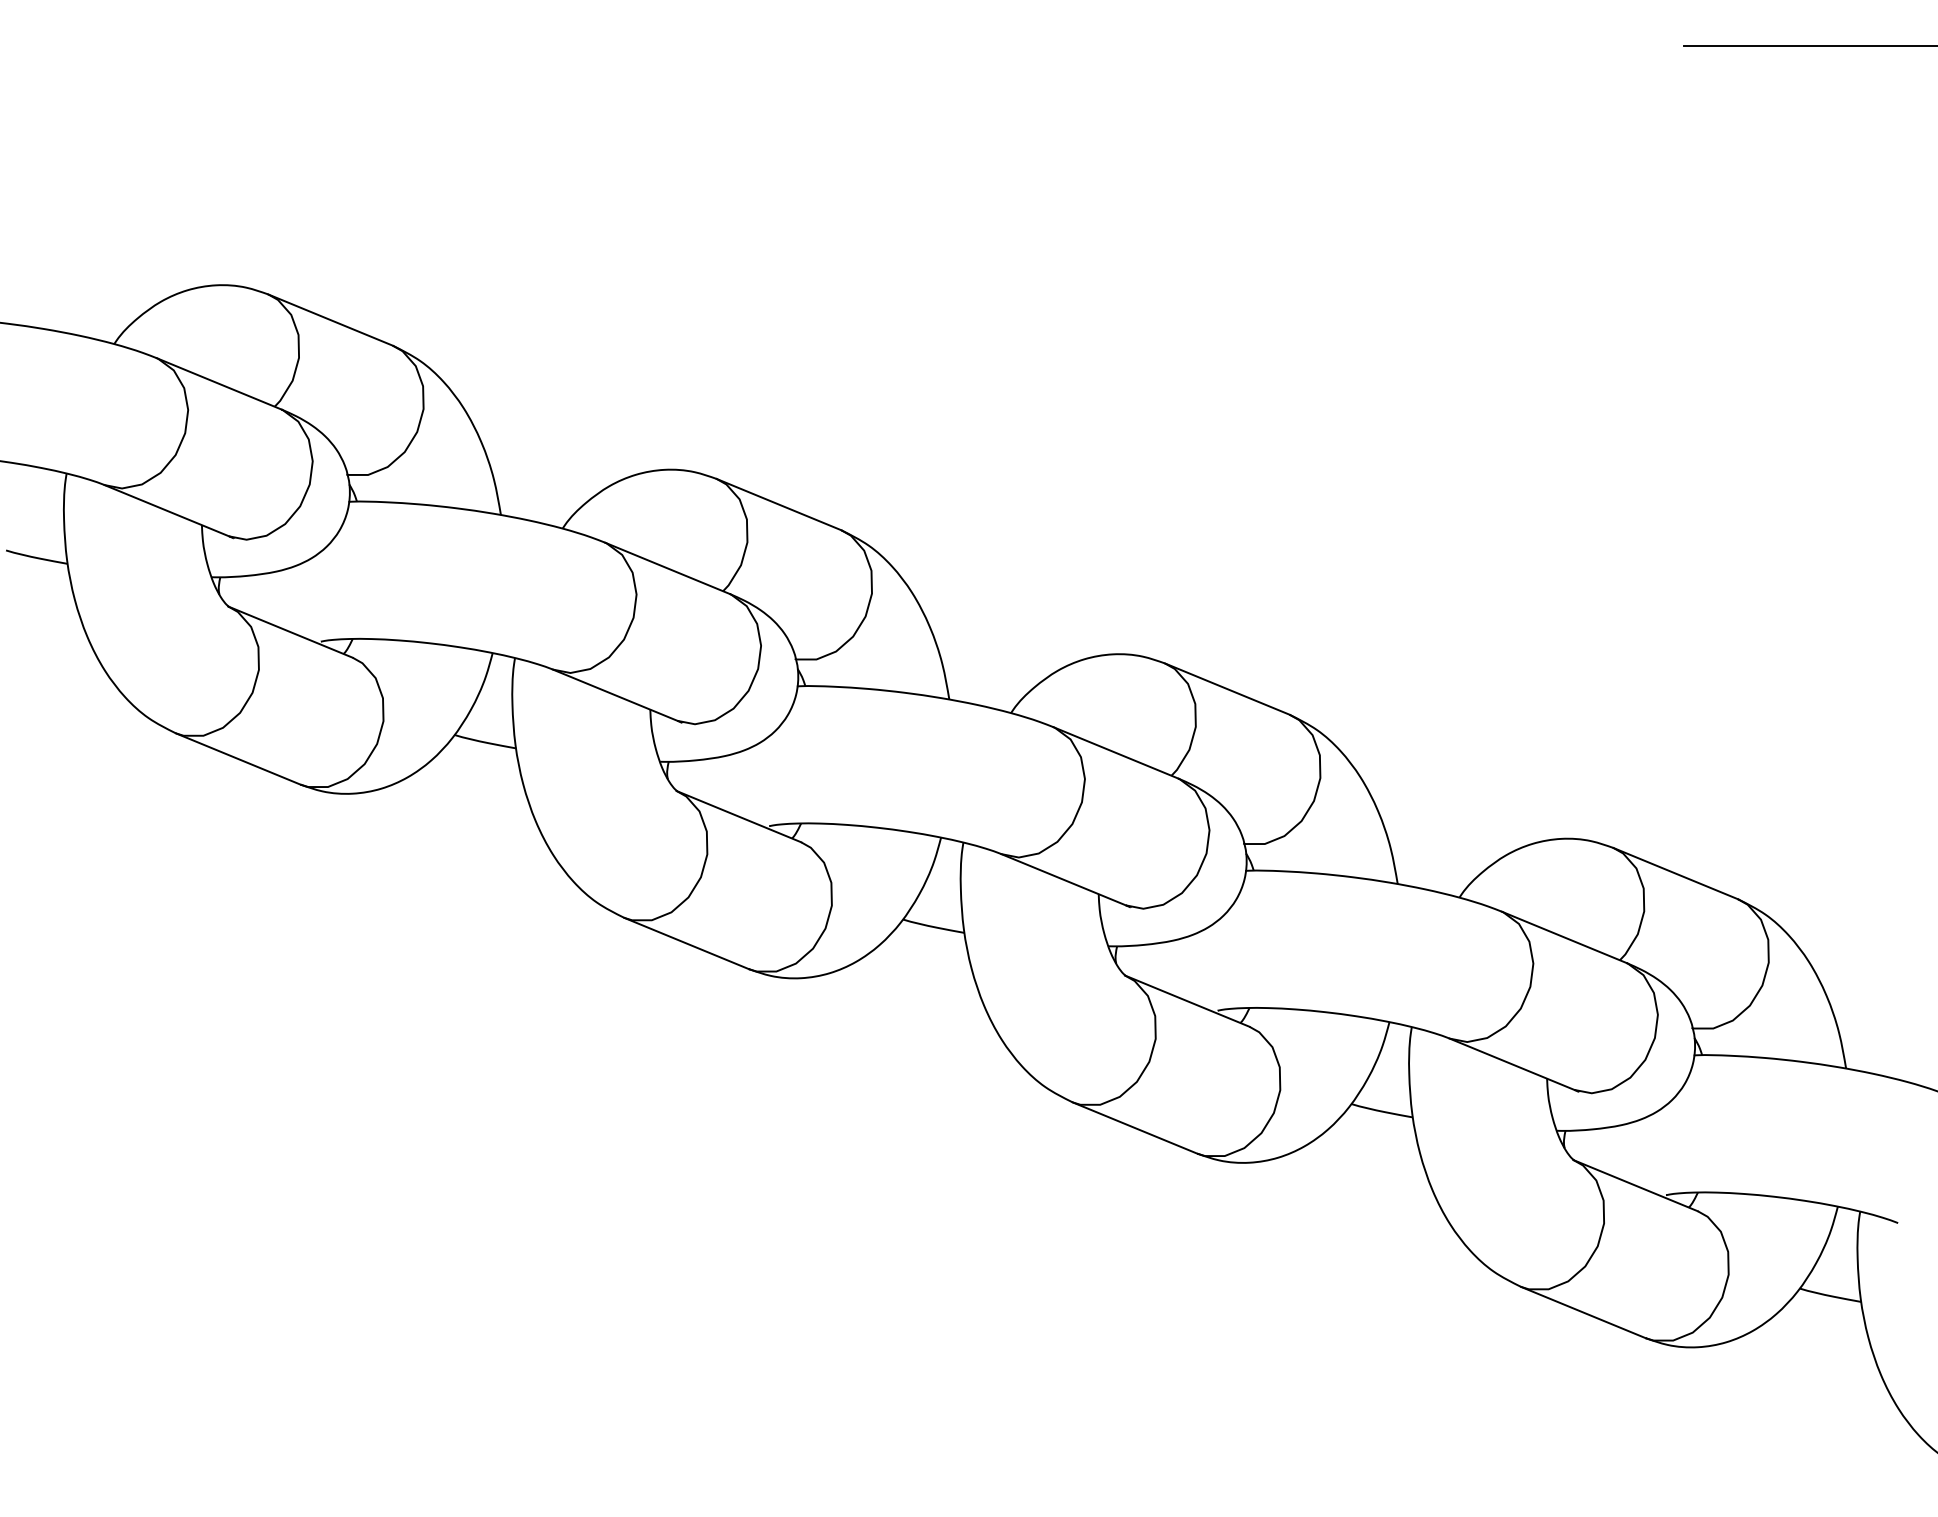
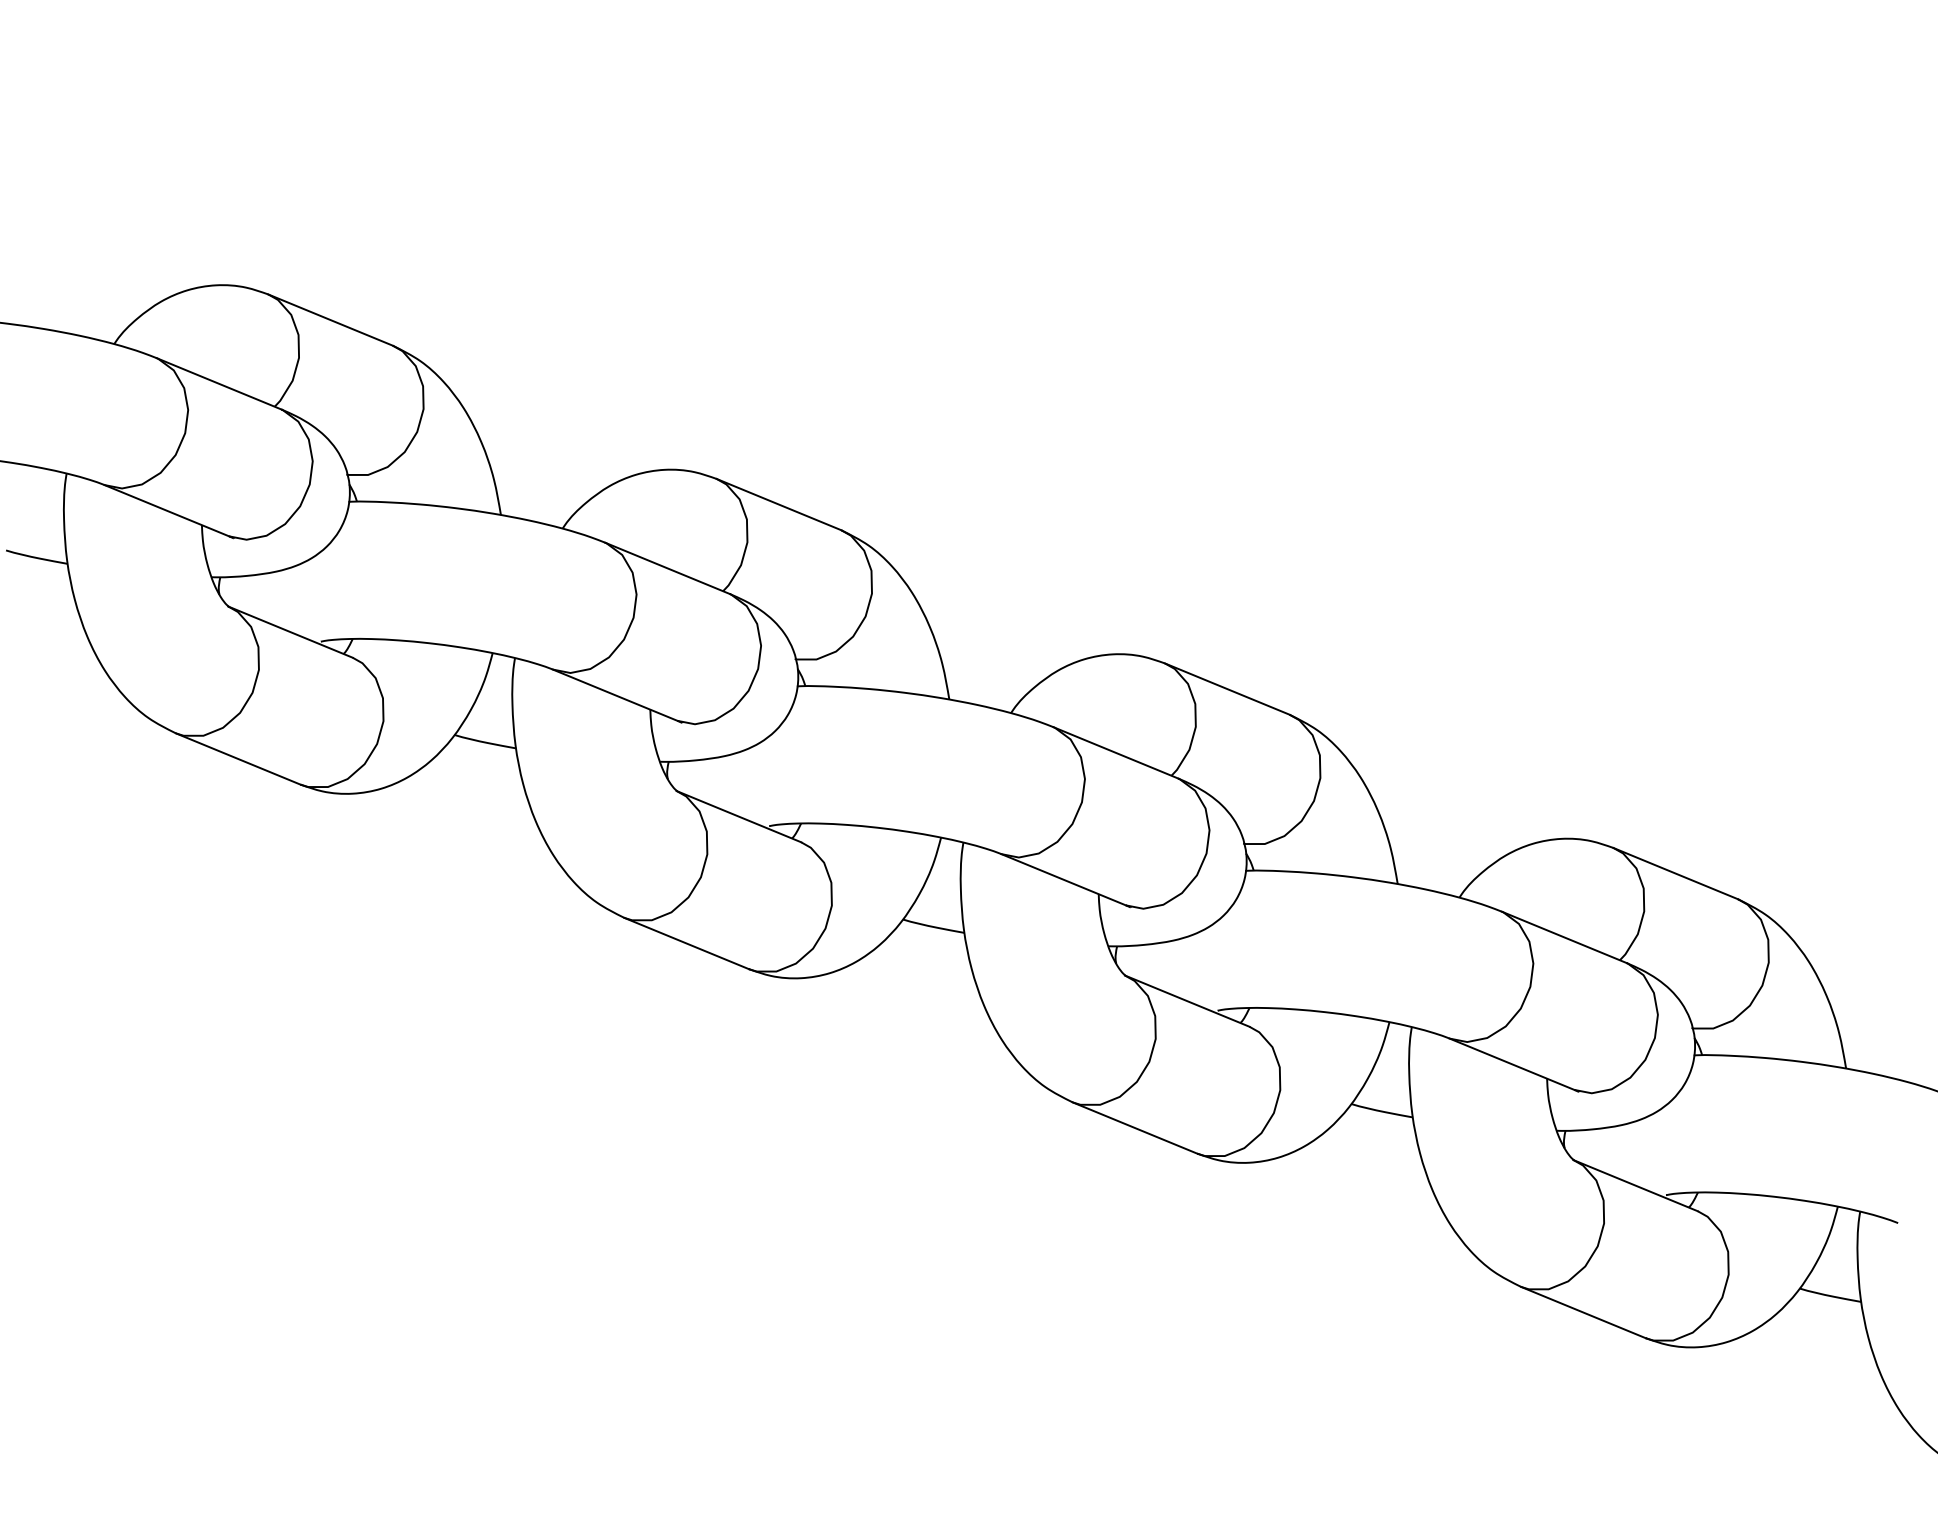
line at (1808, 45): present -> none
